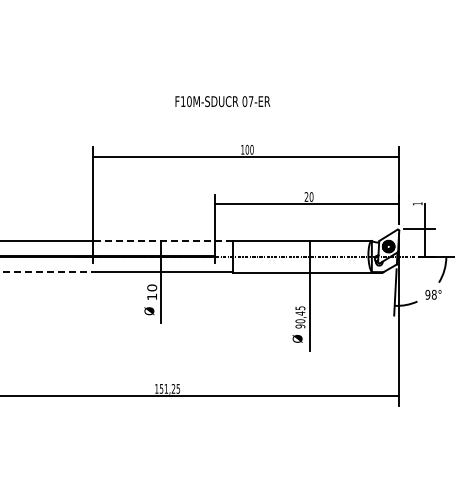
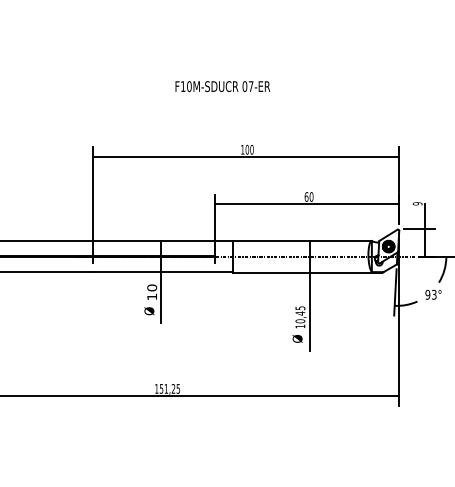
text at (222, 101) position: (222, 101) -> (222, 86)
text at (306, 196): 20 -> 60
text at (417, 203): 1 -> 9
line at (162, 241): dashed -> solid
line at (47, 272): dashed -> solid
text at (433, 294): 98° -> 93°
text at (300, 326): 90,45 -> 10,45
